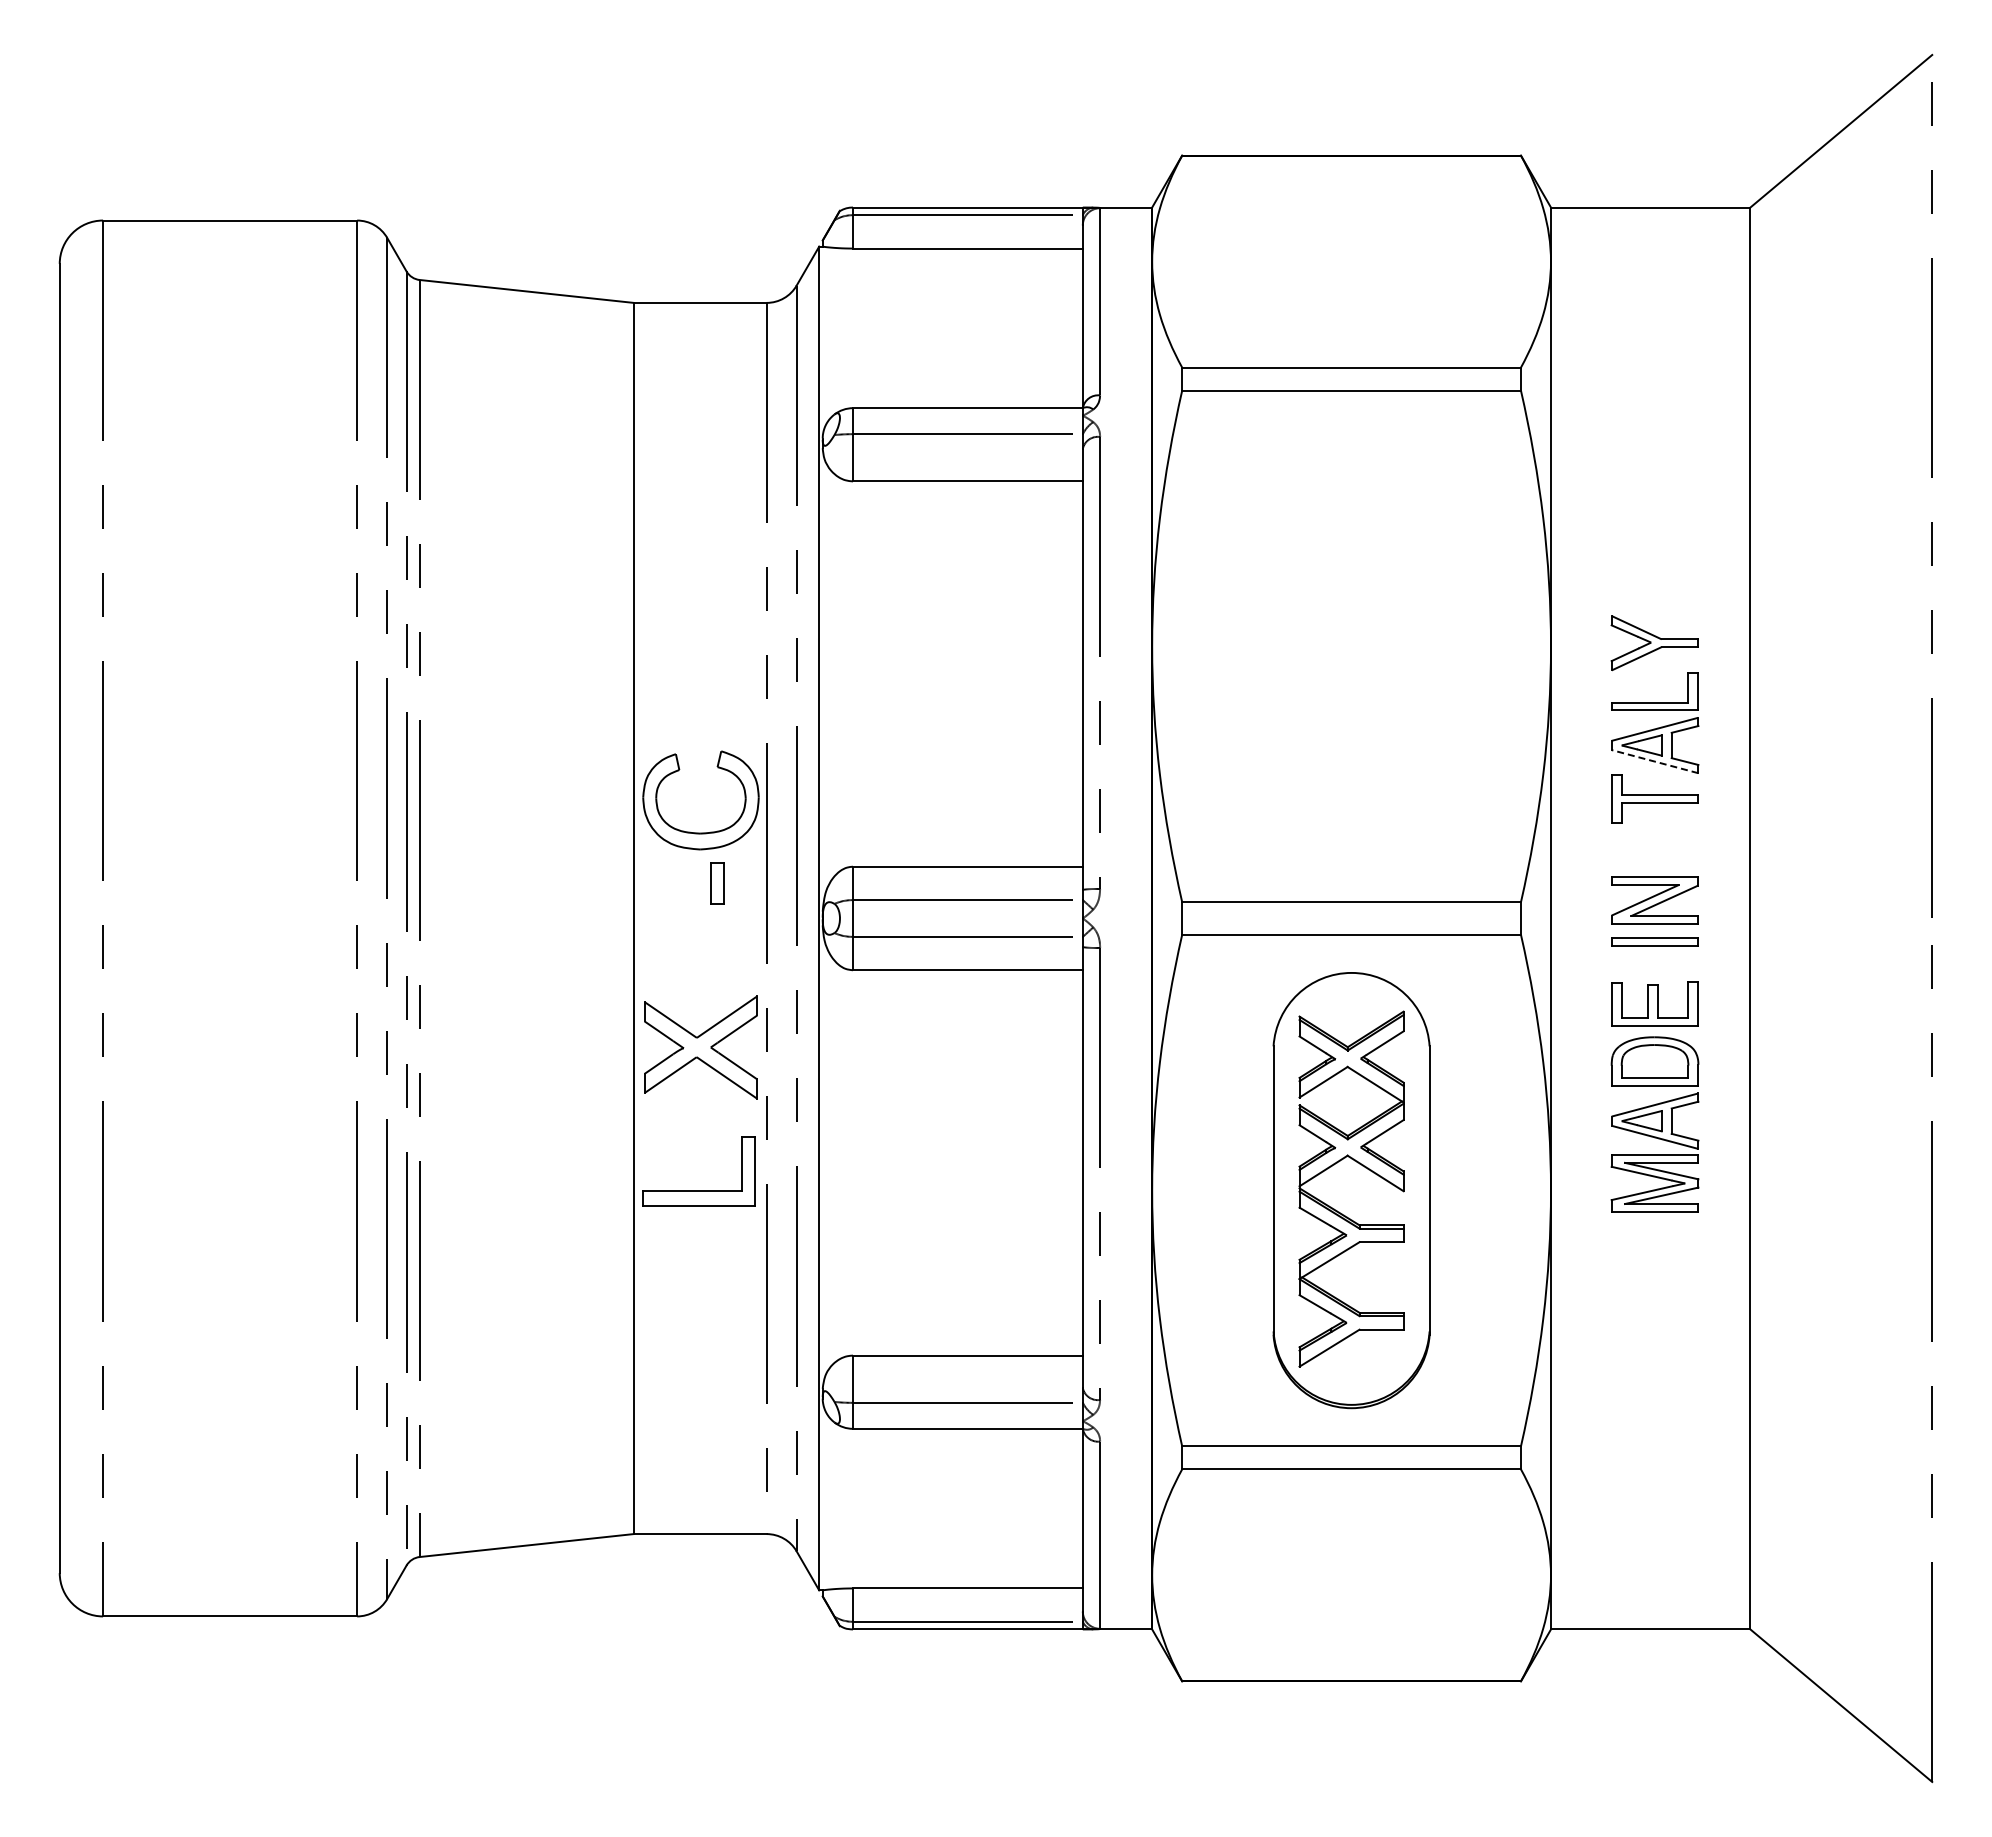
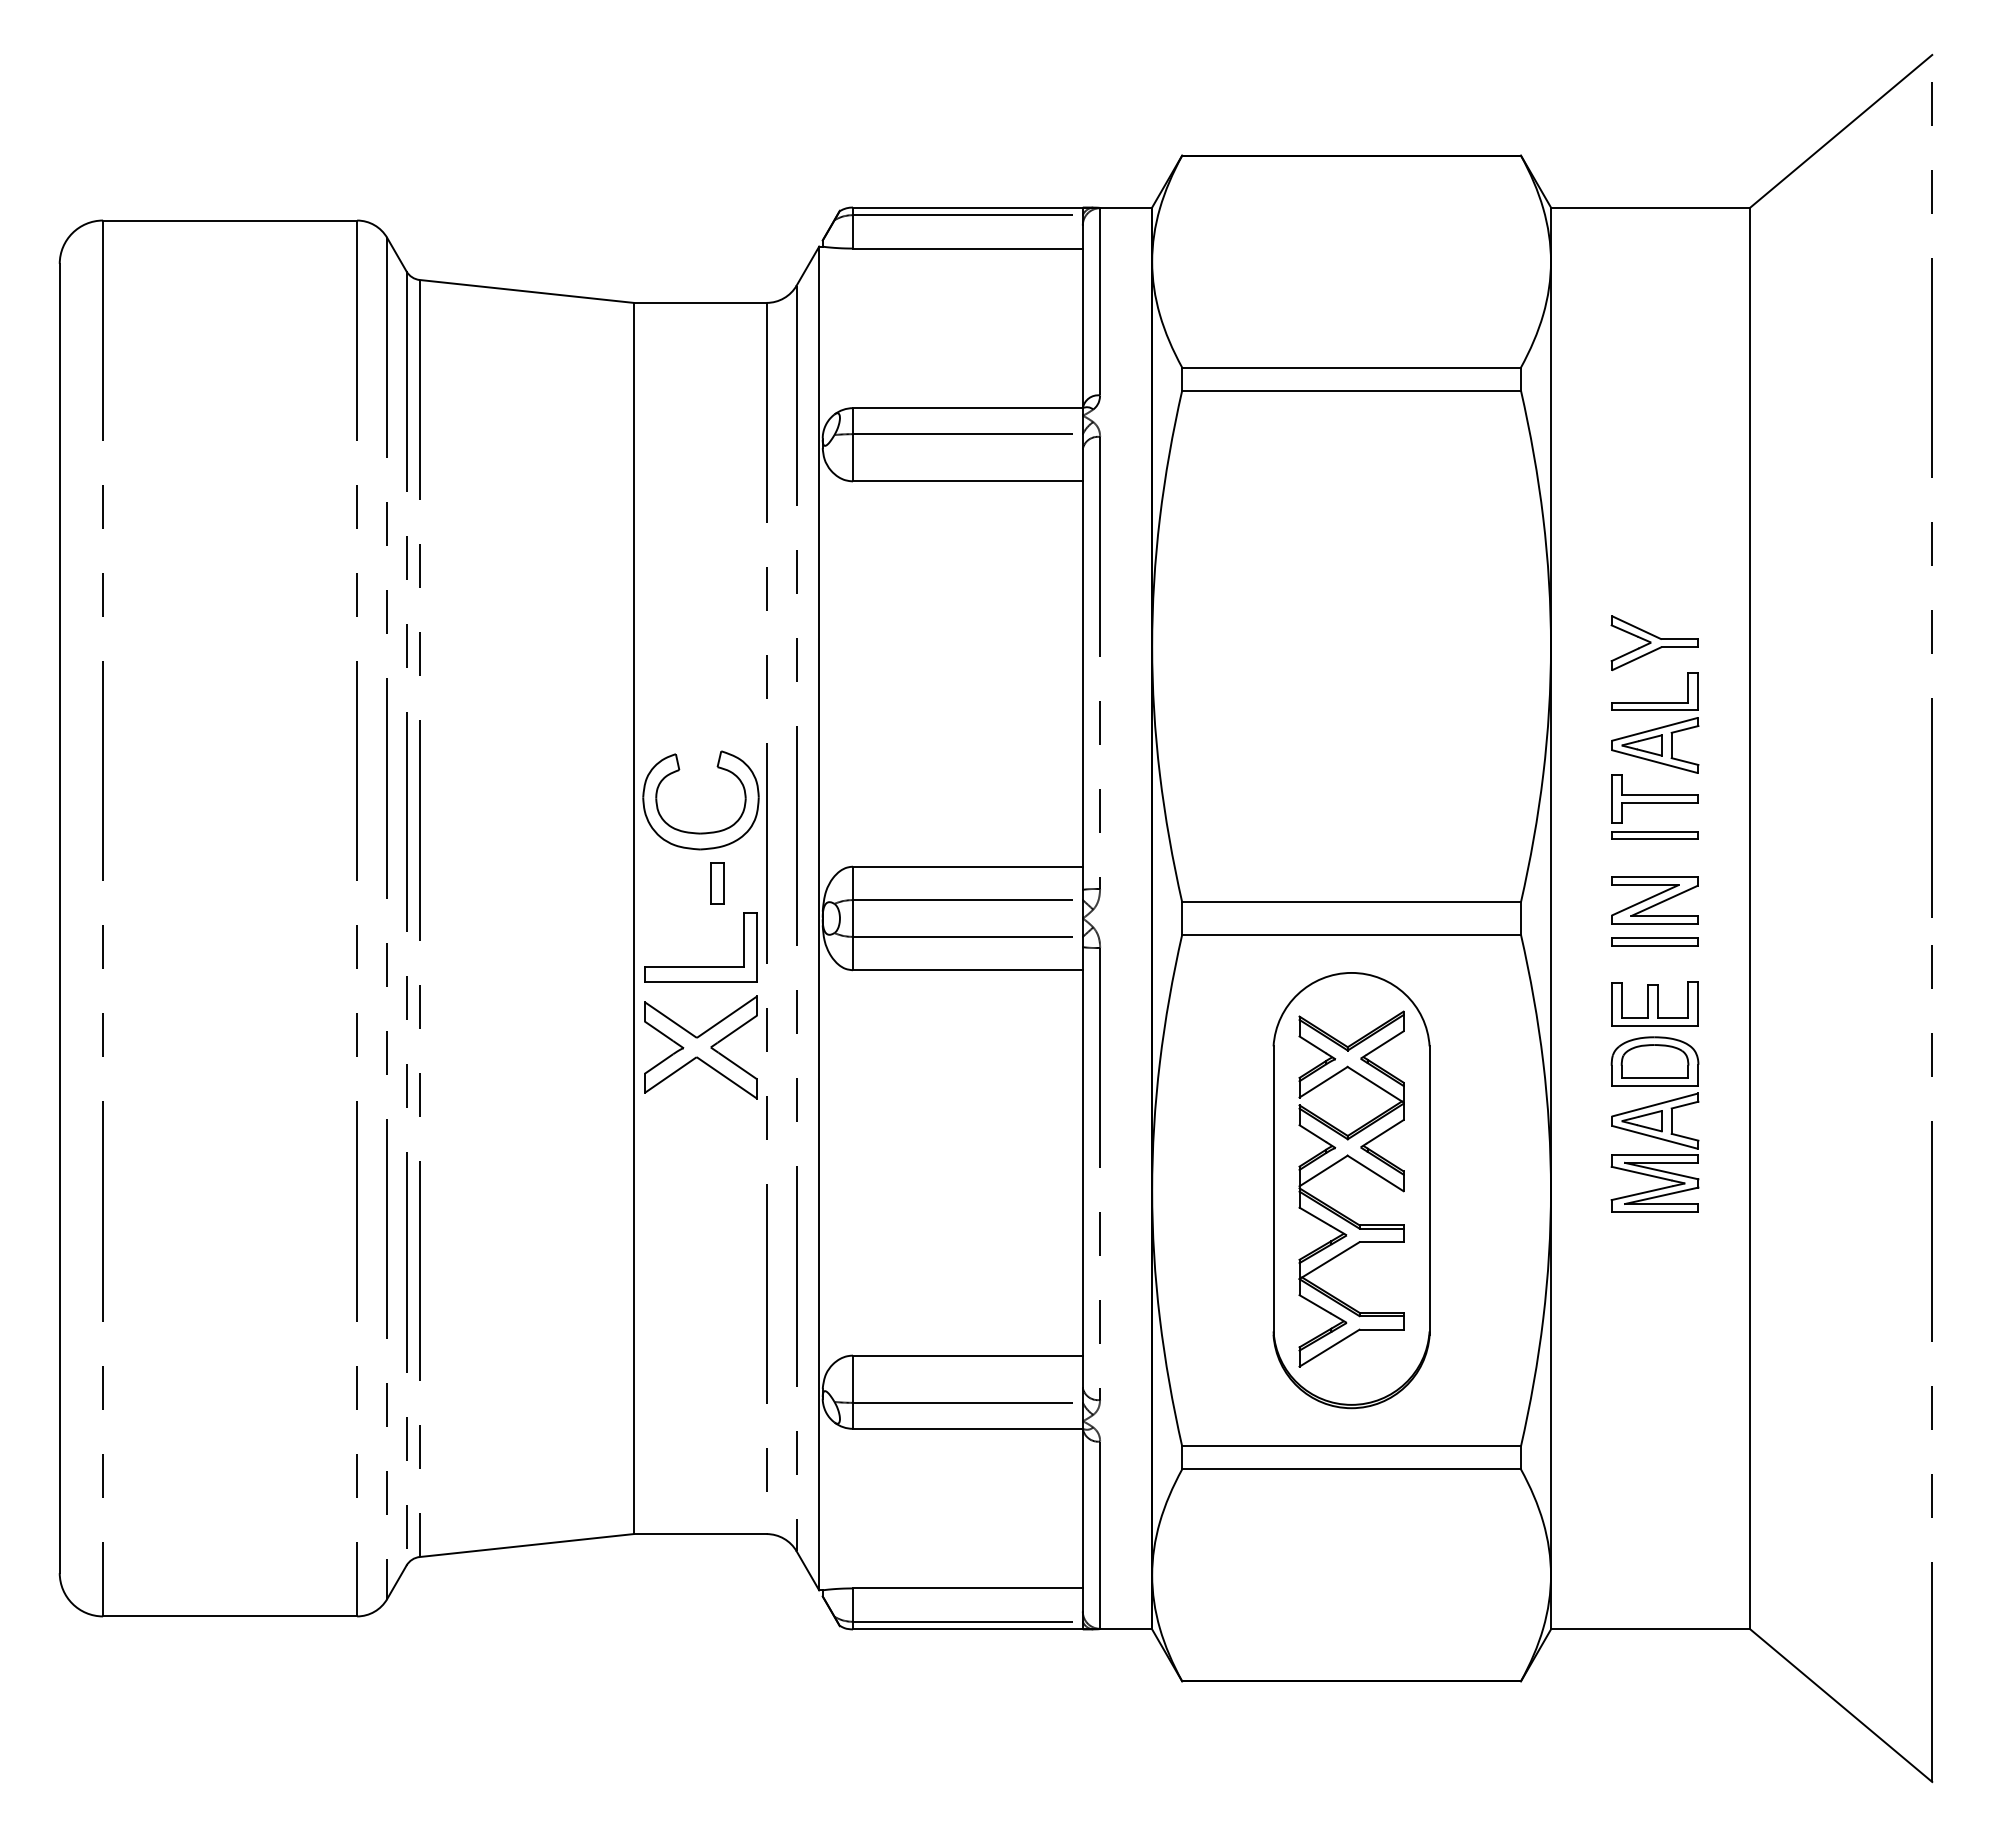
line at (1654, 761): dashed -> solid
part at (1654, 835): none -> present
part at (698, 1190) position: (698, 1190) -> (700, 966)
